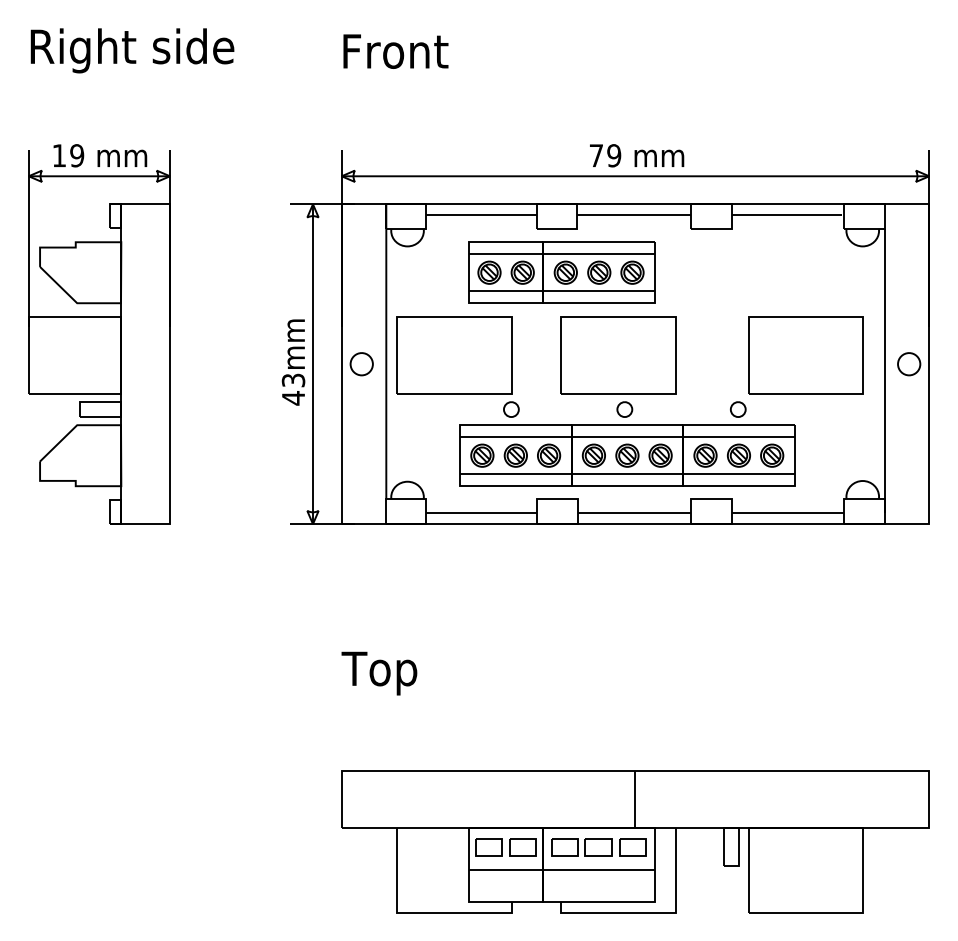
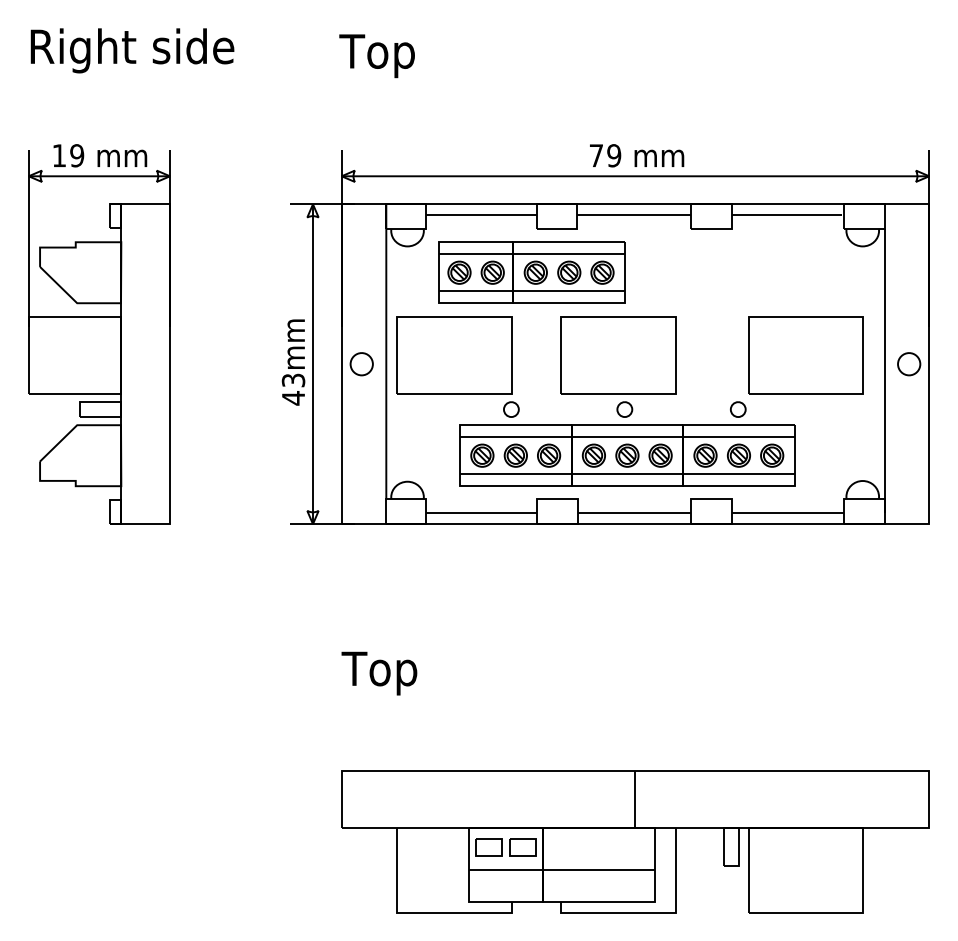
text at (393, 56): Front -> Top
part at (561, 272) position: (561, 272) -> (531, 272)
part at (598, 847): present -> none
